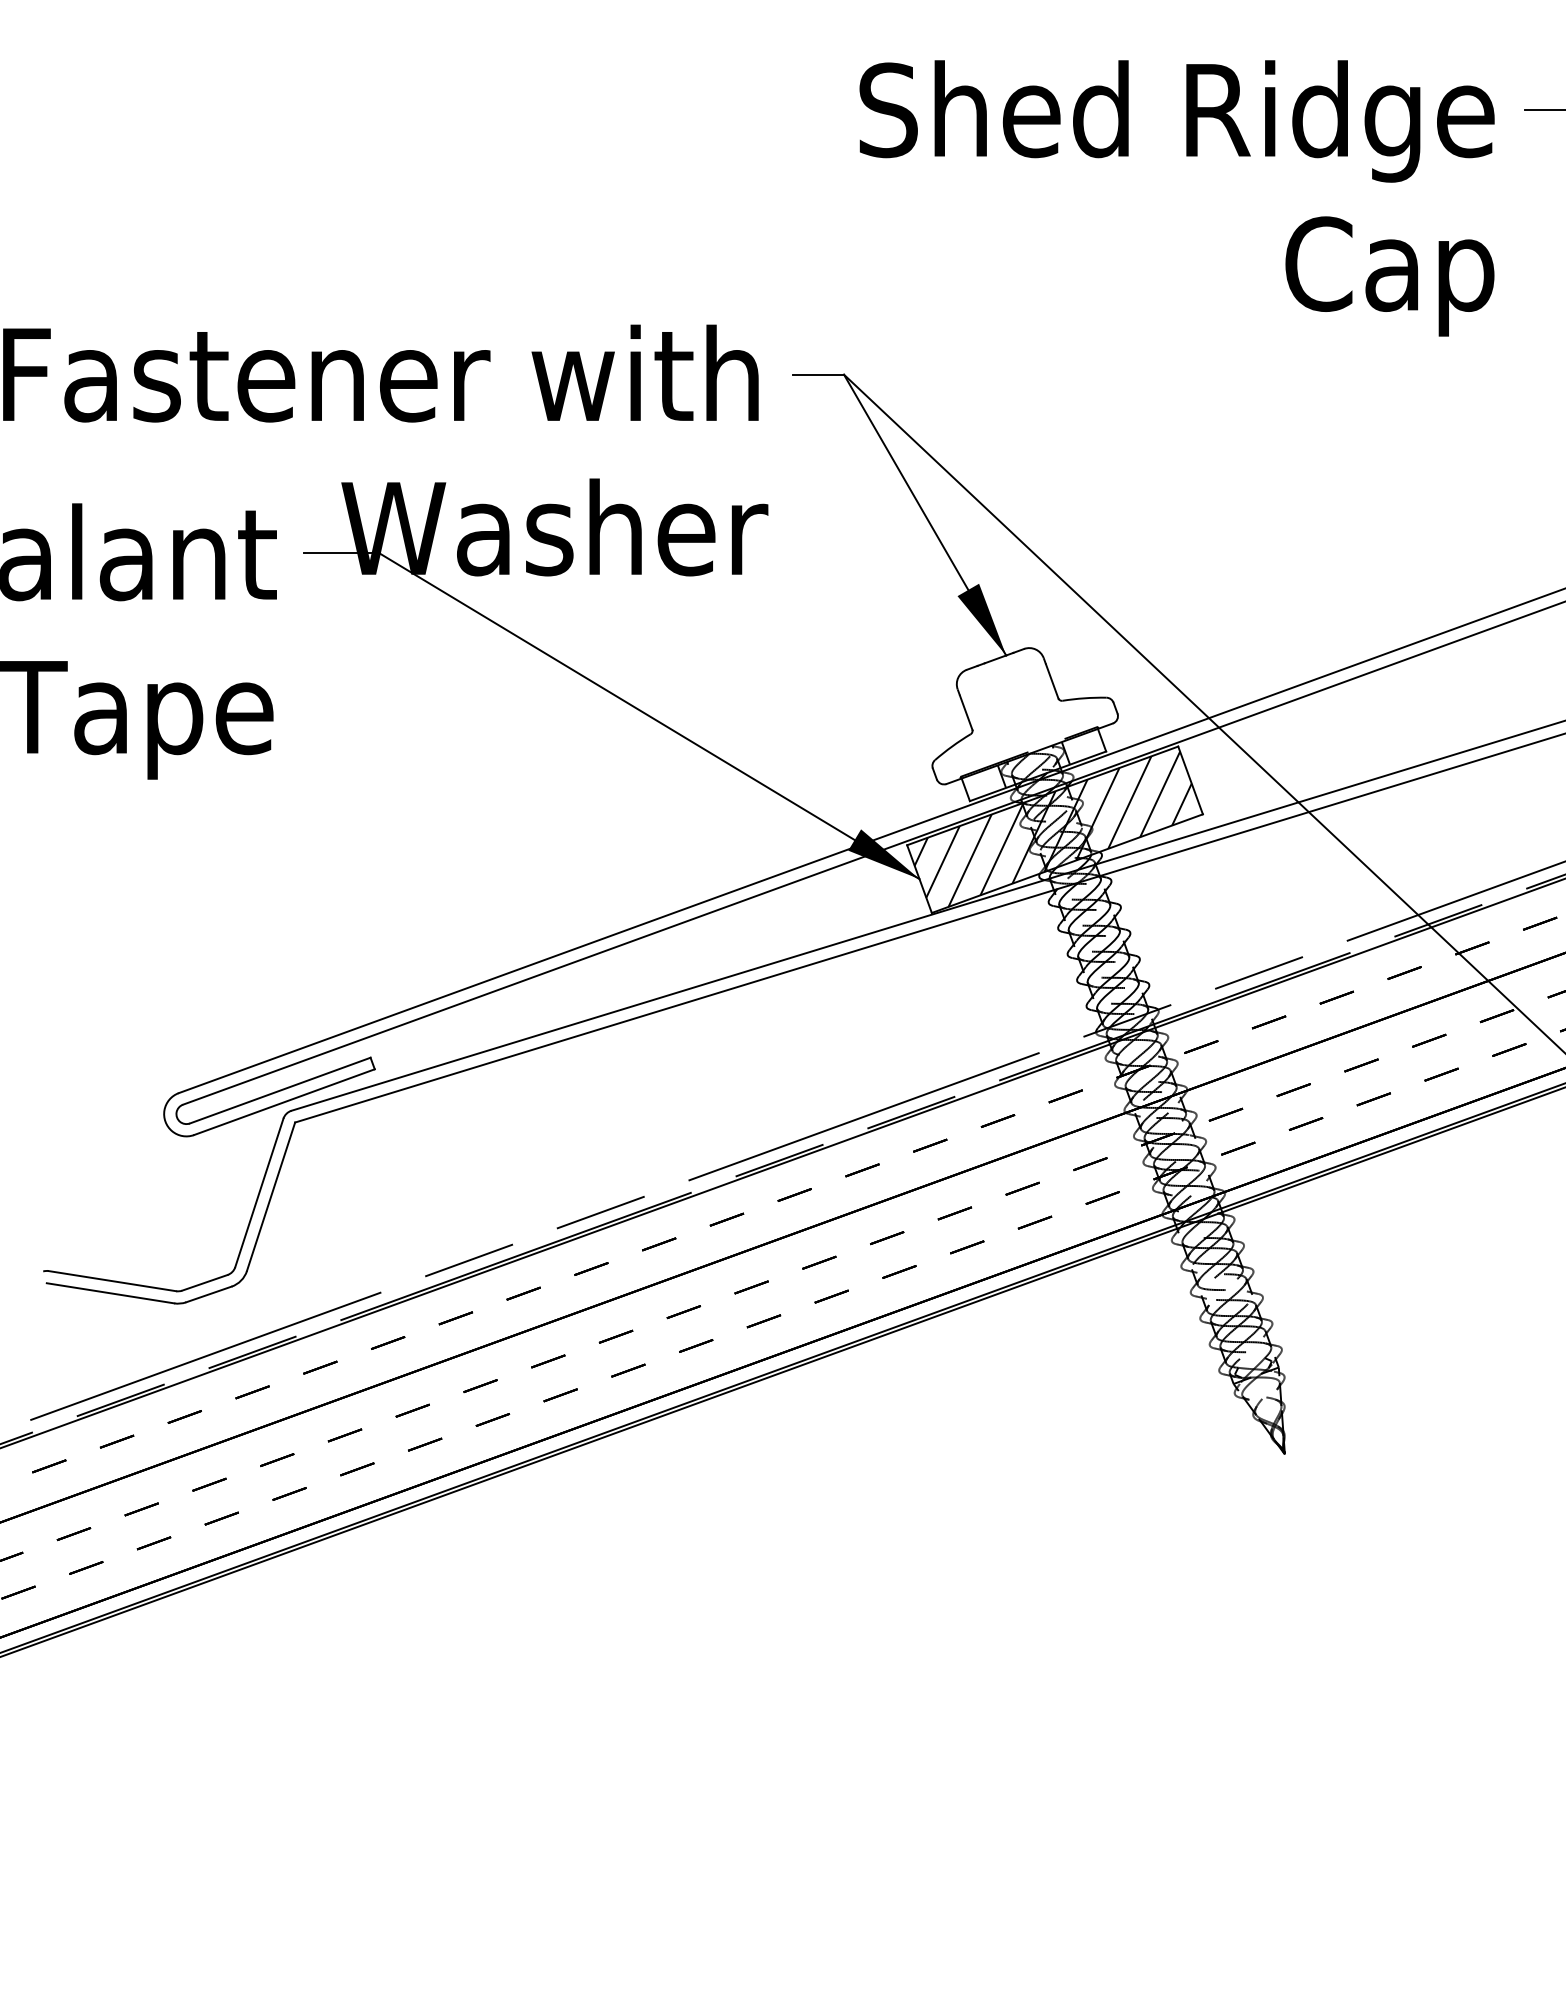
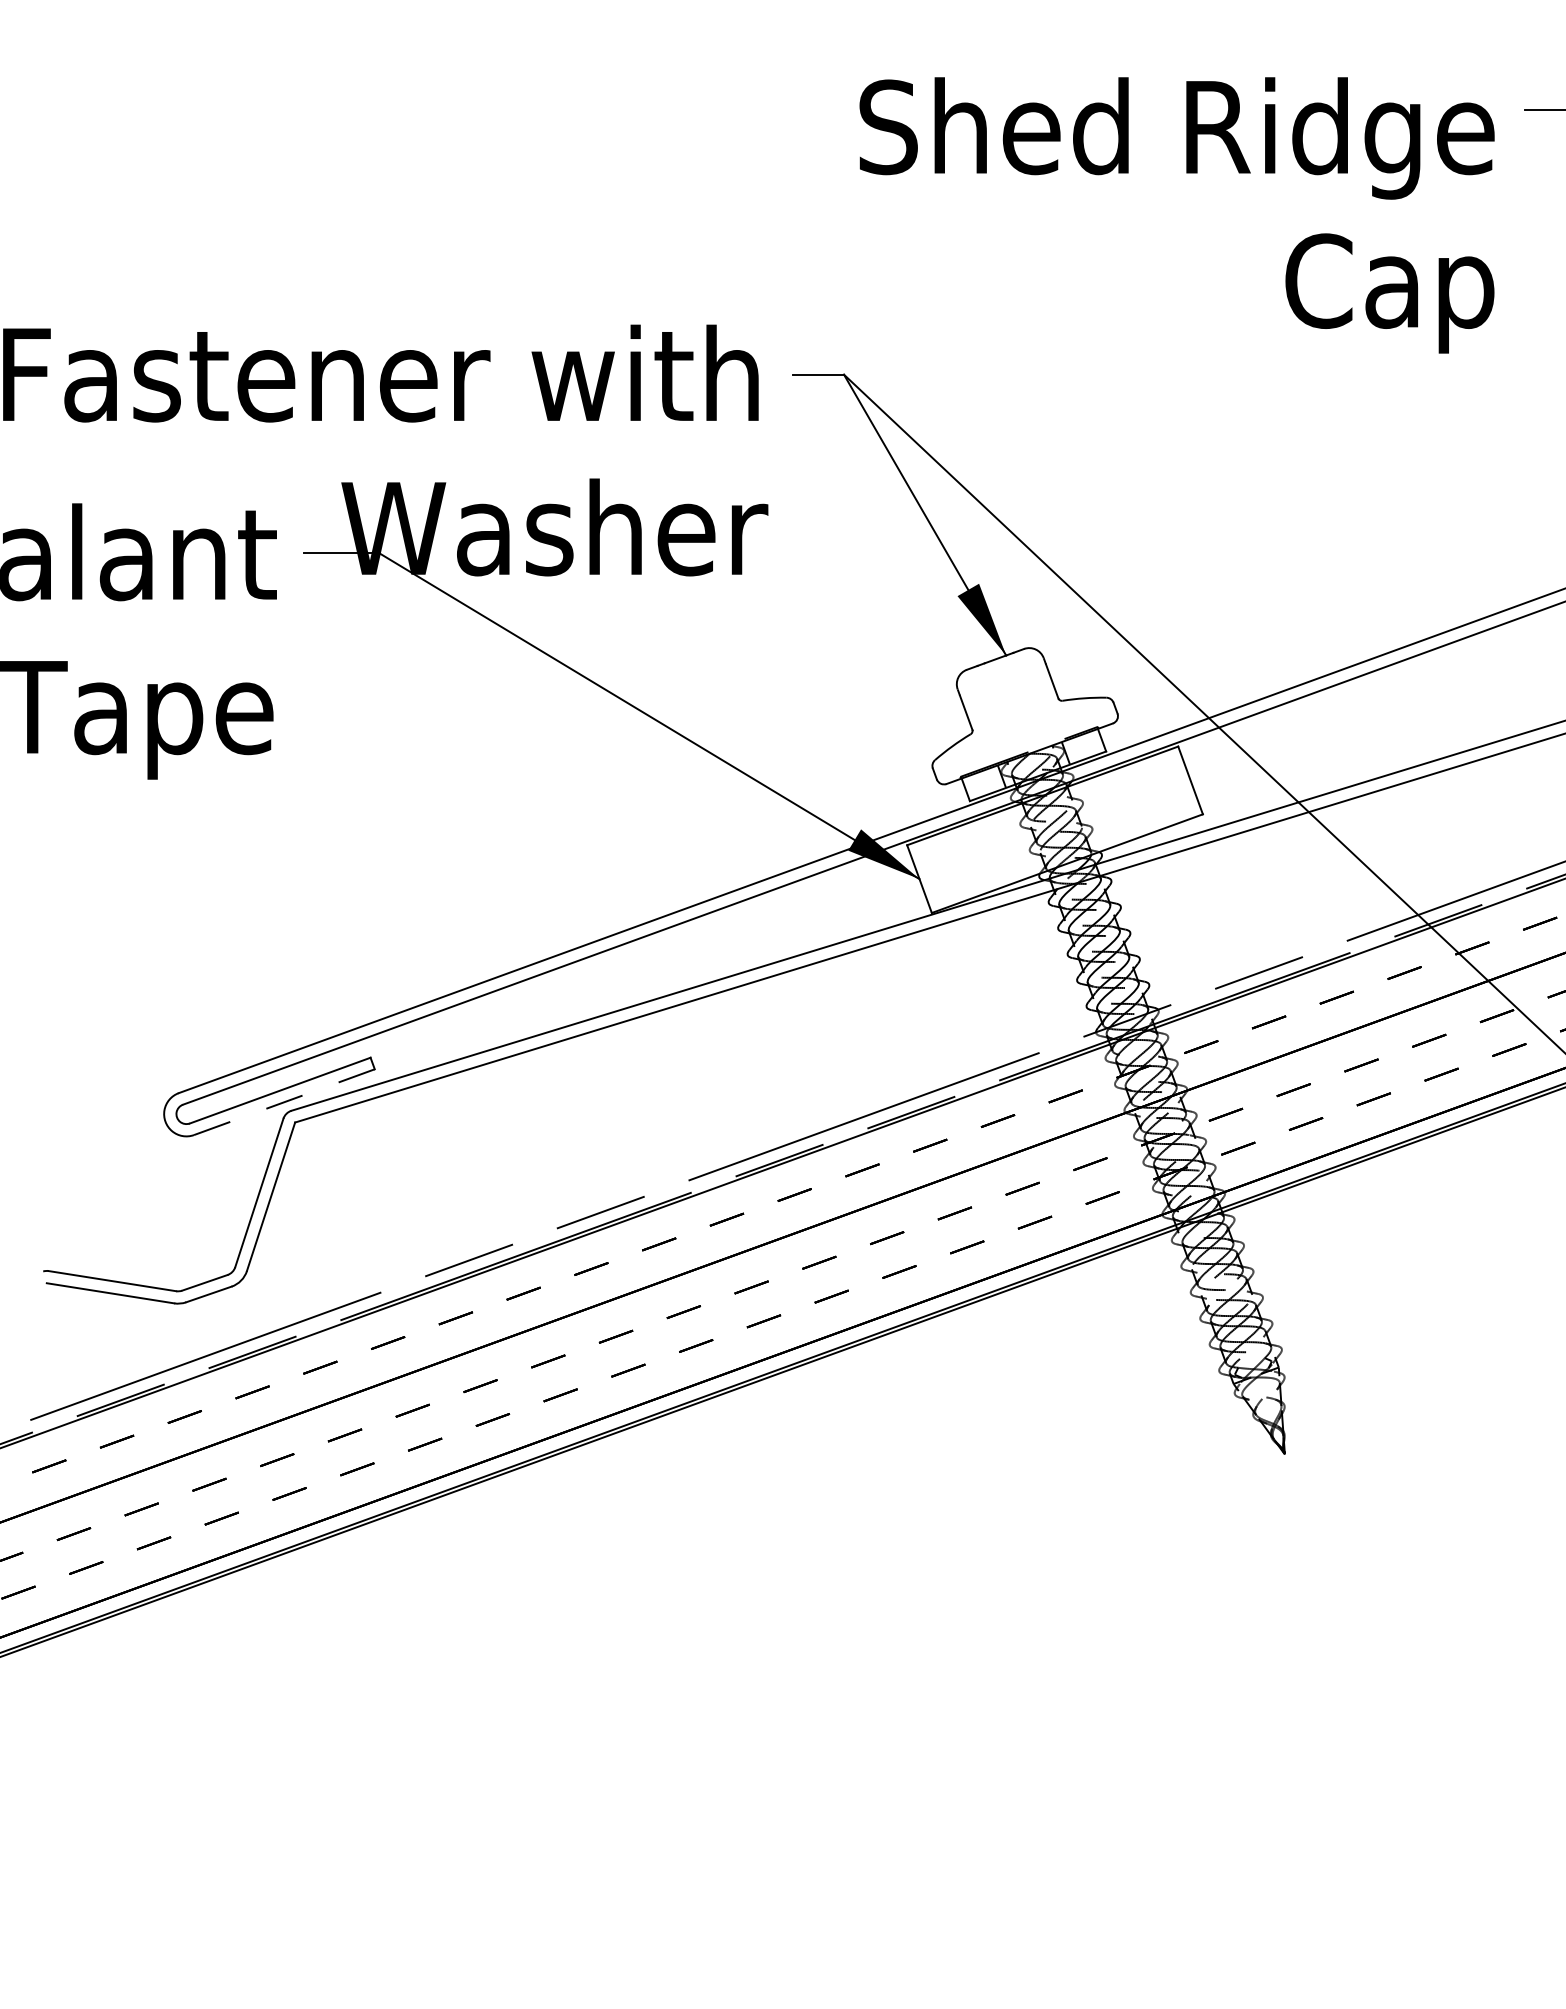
text at (1176, 198) position: (1176, 198) -> (1176, 215)
hatch at (1052, 828): present -> none
line at (283, 1102): solid -> dashed
